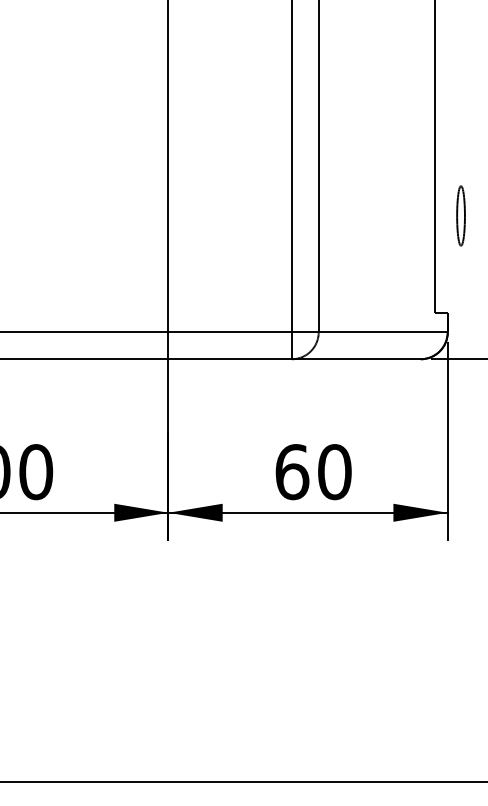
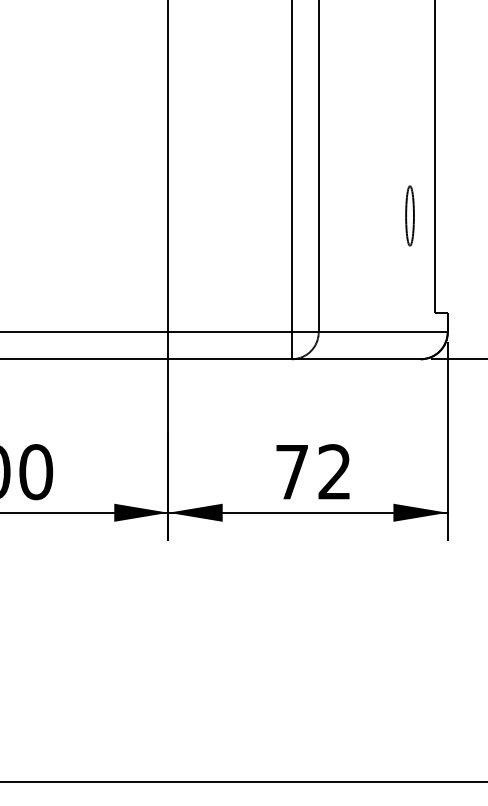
part at (460, 215) position: (460, 215) -> (409, 215)
text at (313, 472): 60 -> 72
